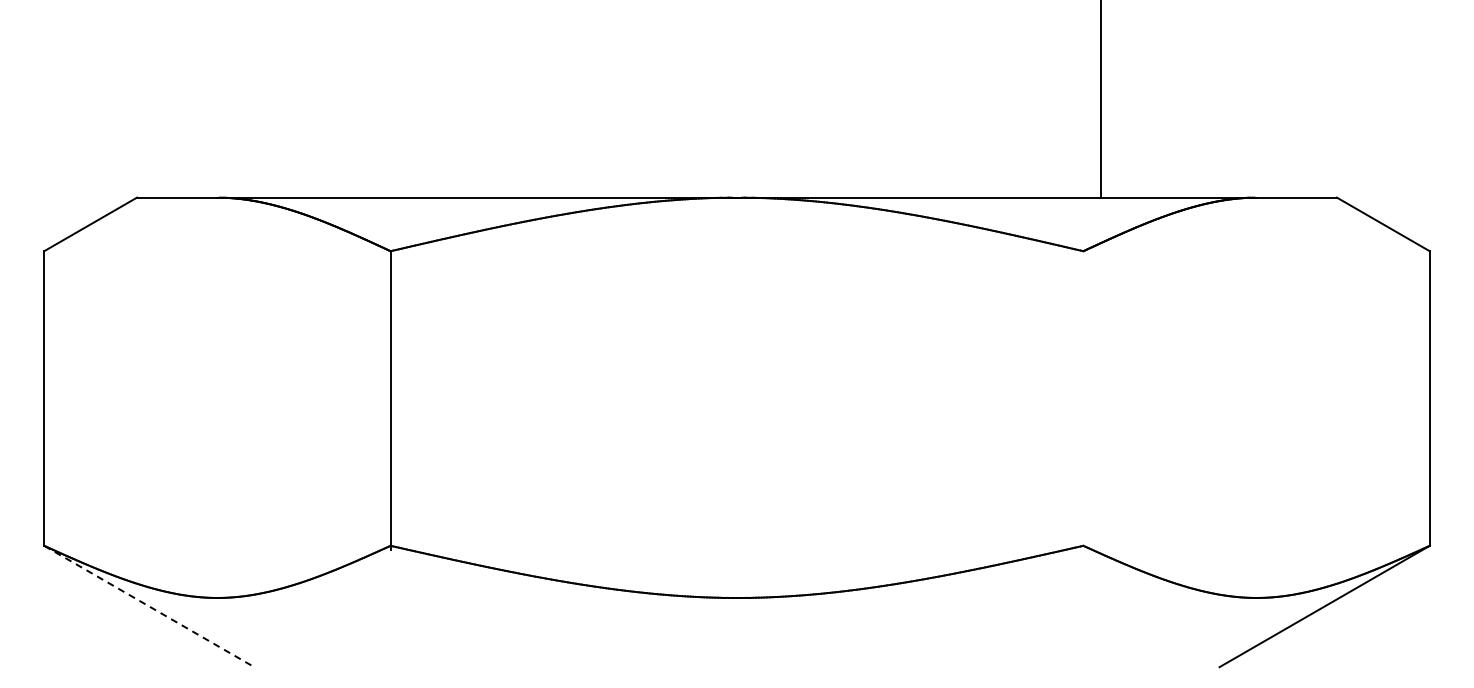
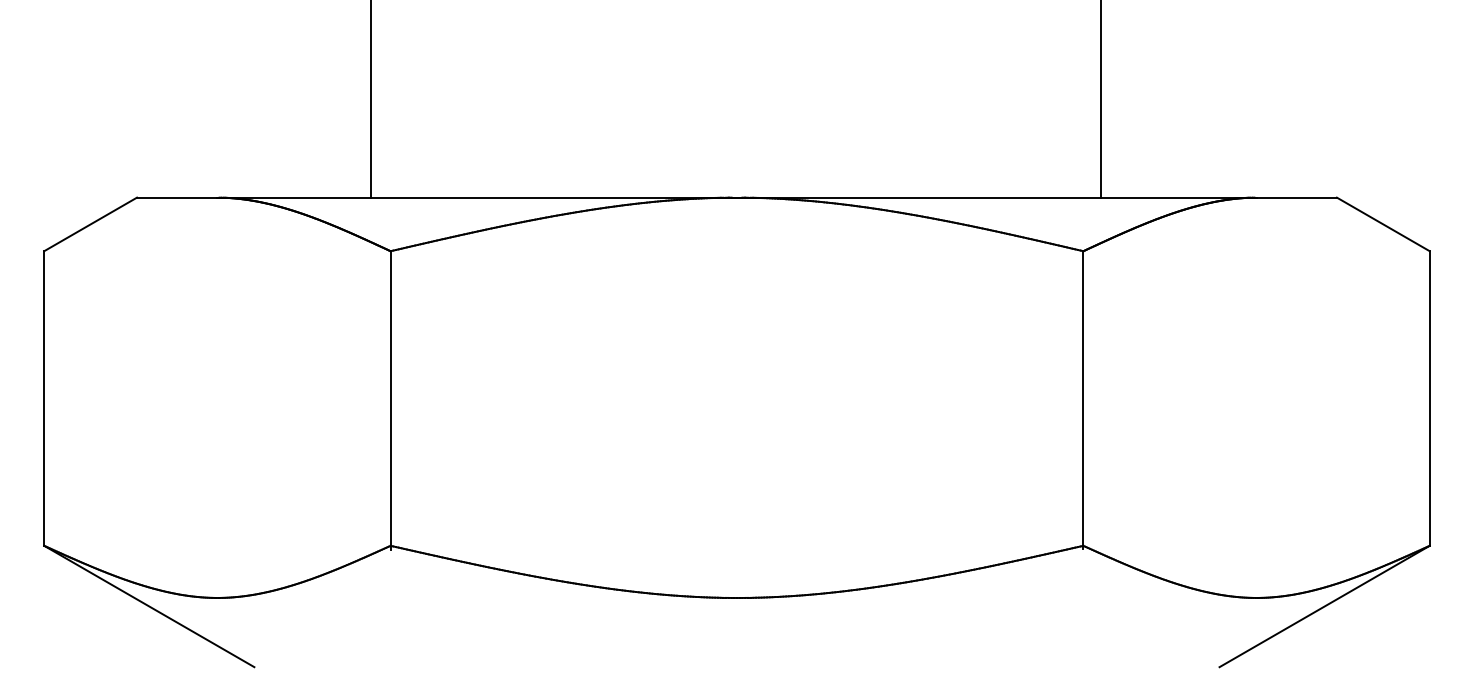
line at (370, 99): none -> present
line at (1083, 400): none -> present
line at (149, 606): dashed -> solid
